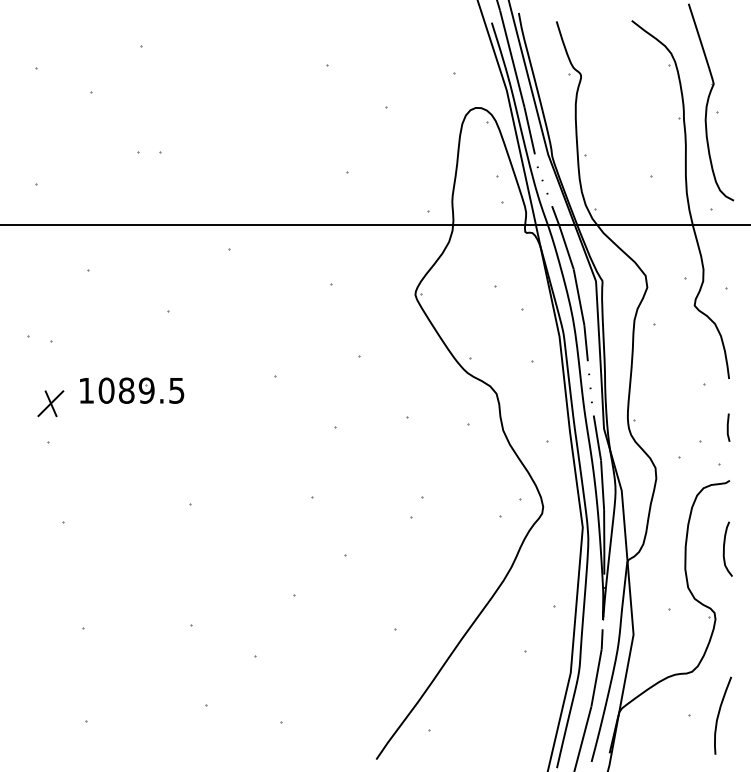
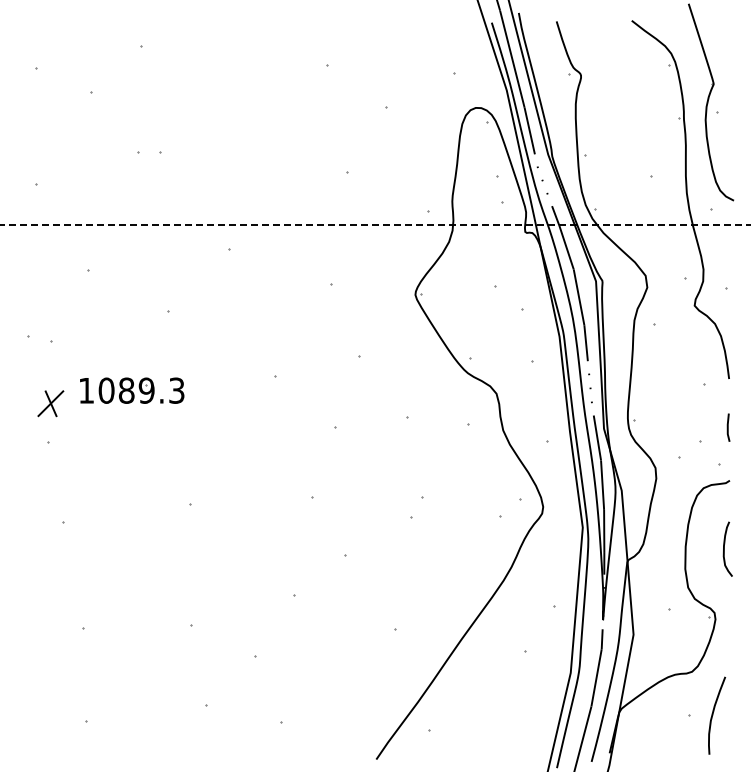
line at (375, 225): solid -> dashed
text at (177, 390): 1089.5 -> 1089.3
curve at (719, 715) position: (719, 715) -> (713, 715)
